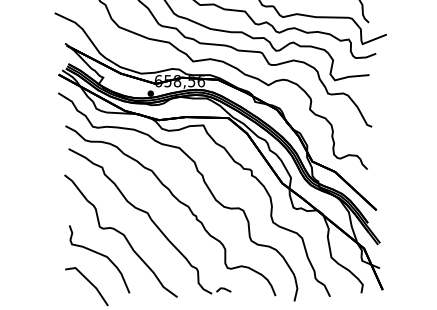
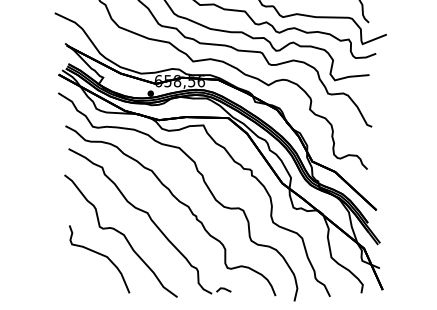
line at (88, 282): present -> none
